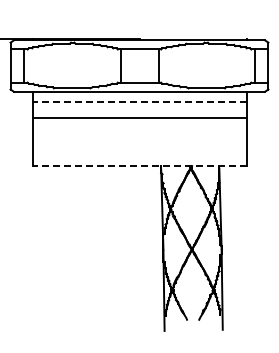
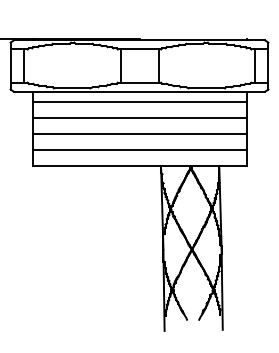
line at (140, 102): dashed -> solid
line at (139, 134): none -> present
line at (139, 150): none -> present
line at (140, 166): dashed -> solid
